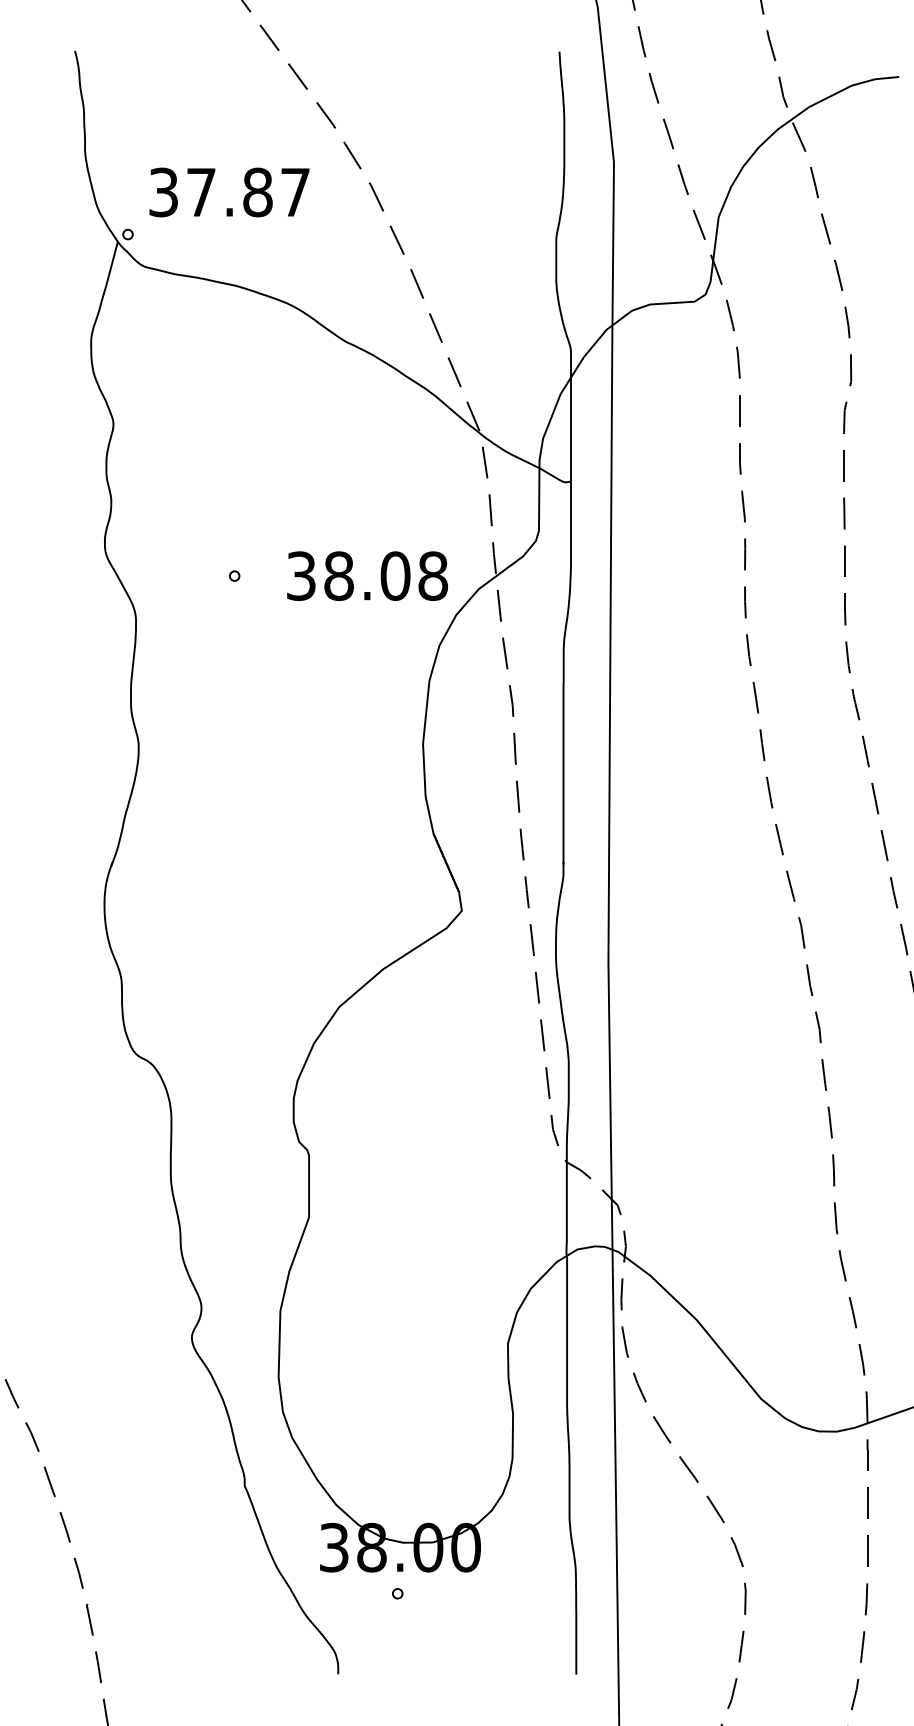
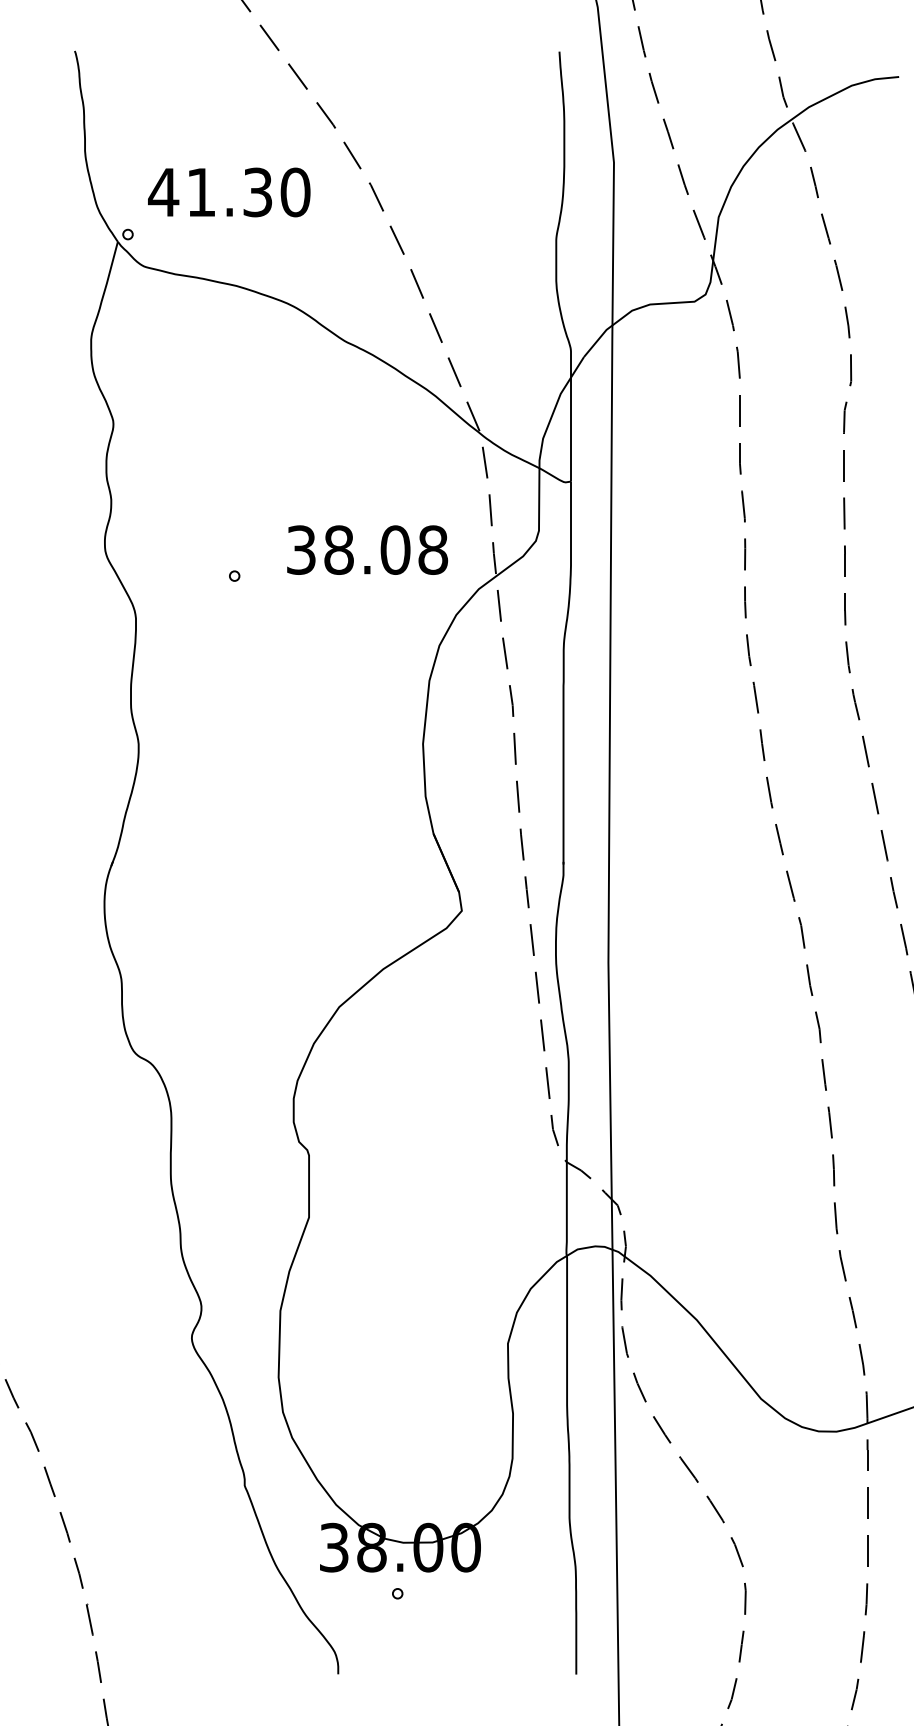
text at (229, 192): 37.87 -> 41.30
text at (367, 575) position: (367, 575) -> (367, 549)
